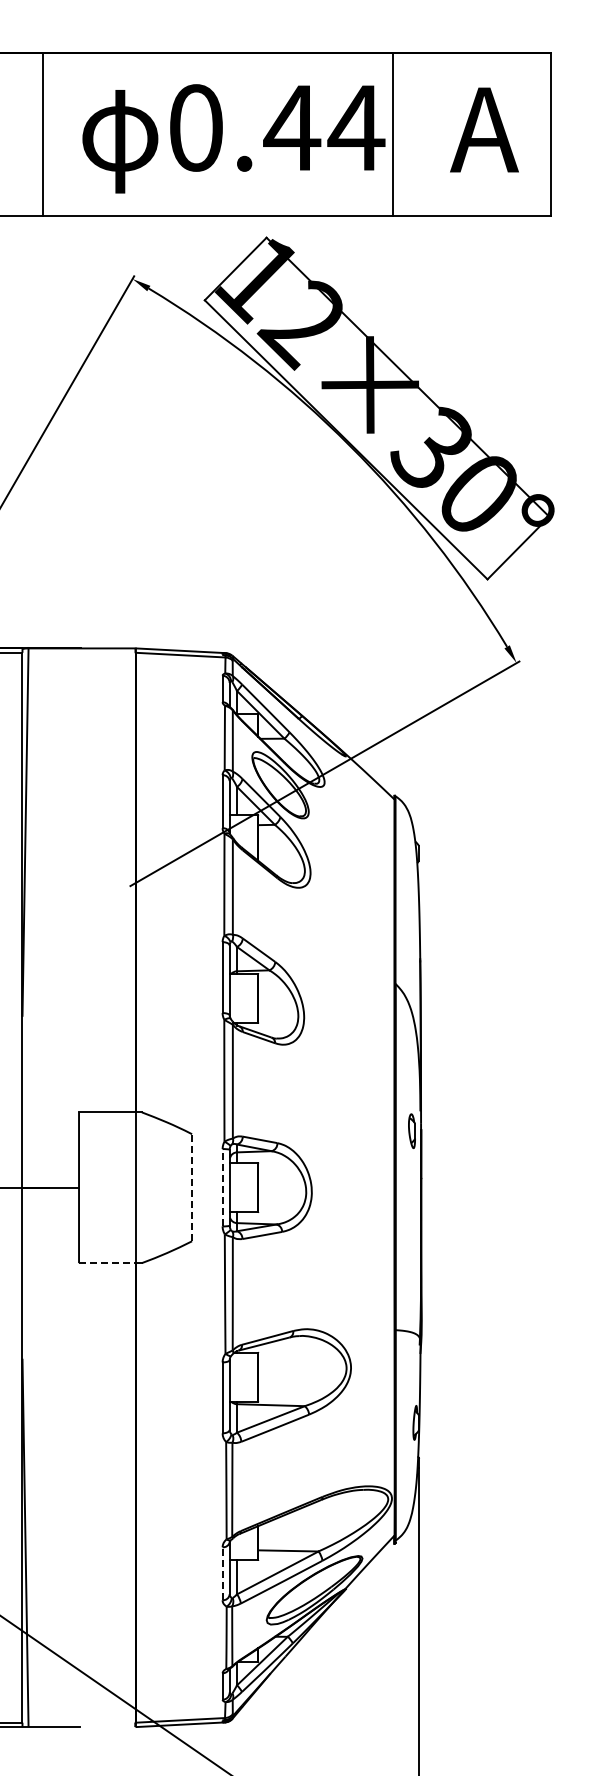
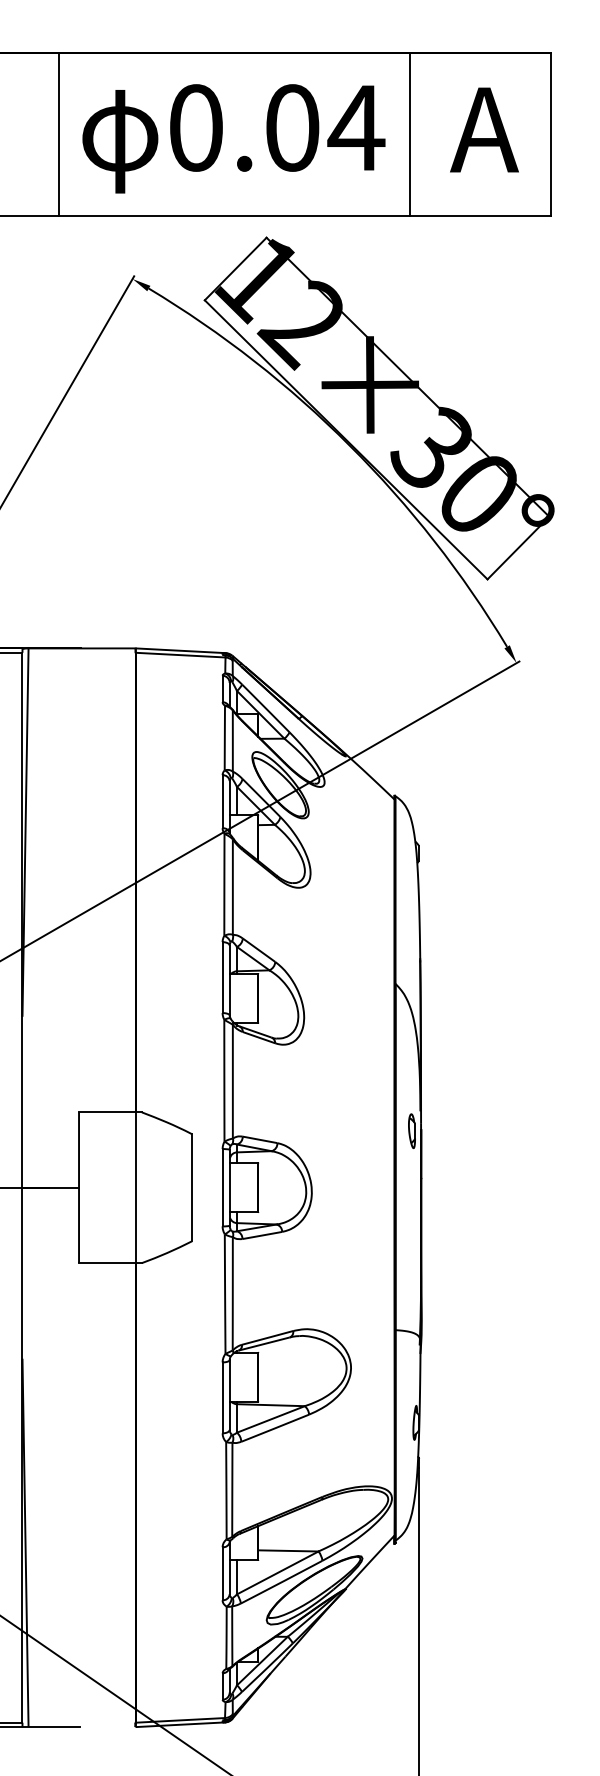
text at (292, 127): 0.44 -> 0.04
line at (42, 134) position: (42, 134) -> (58, 134)
line at (392, 134) position: (392, 134) -> (409, 134)
line at (65, 922): none -> present
line at (192, 1187): dashed -> solid
line at (222, 1187): dashed -> solid
line at (107, 1263): dashed -> solid
line at (222, 1573): dashed -> solid
